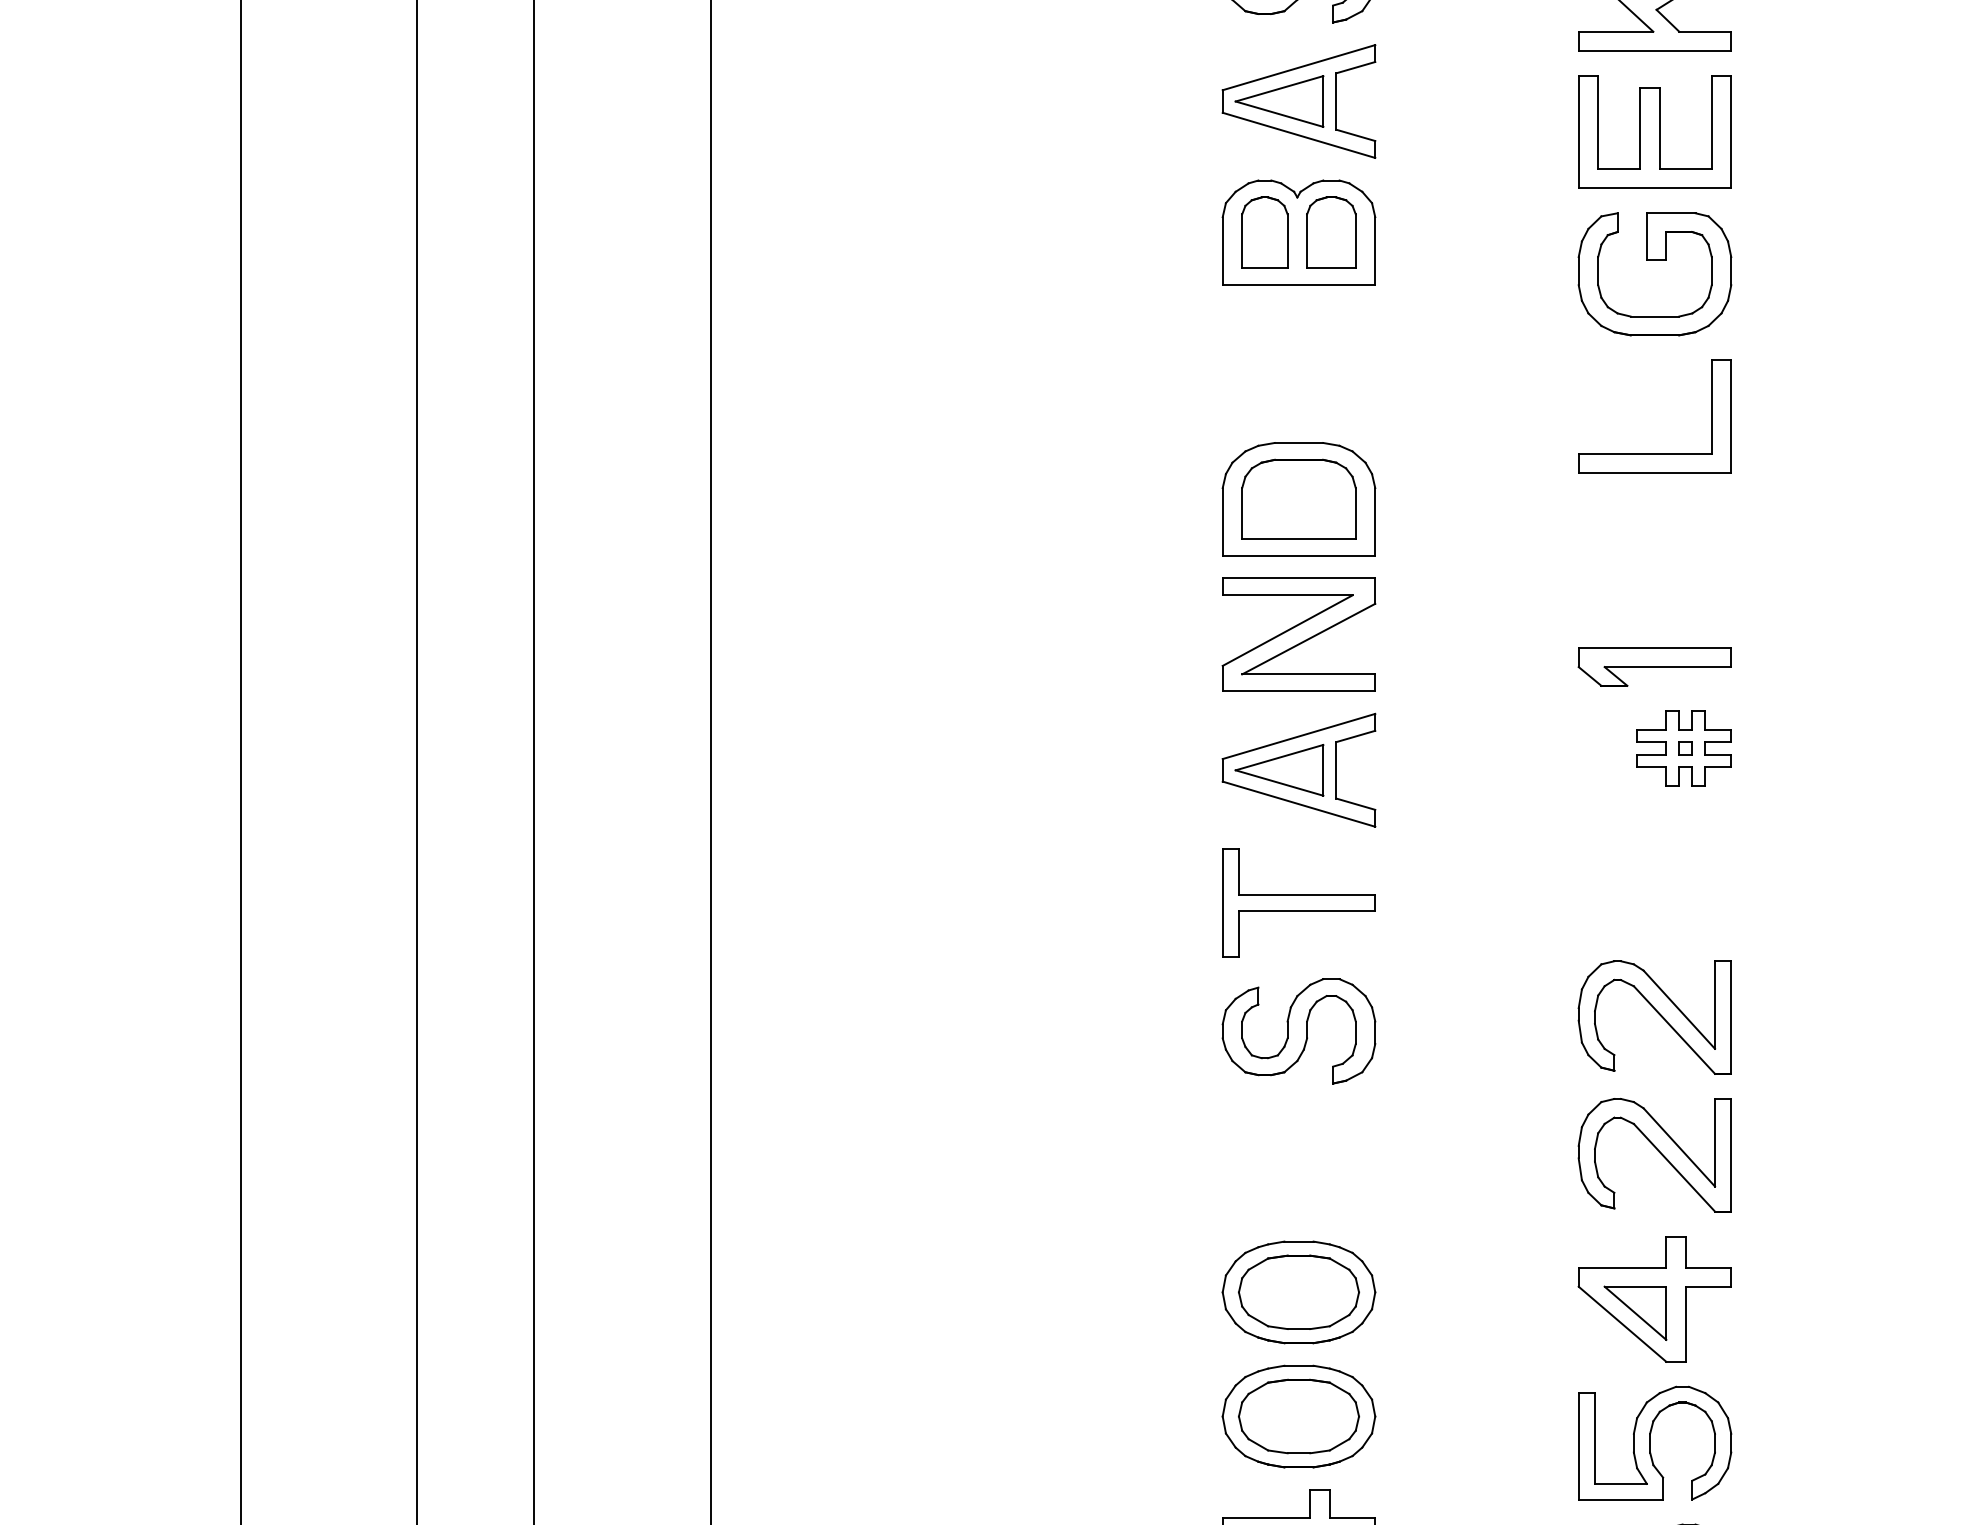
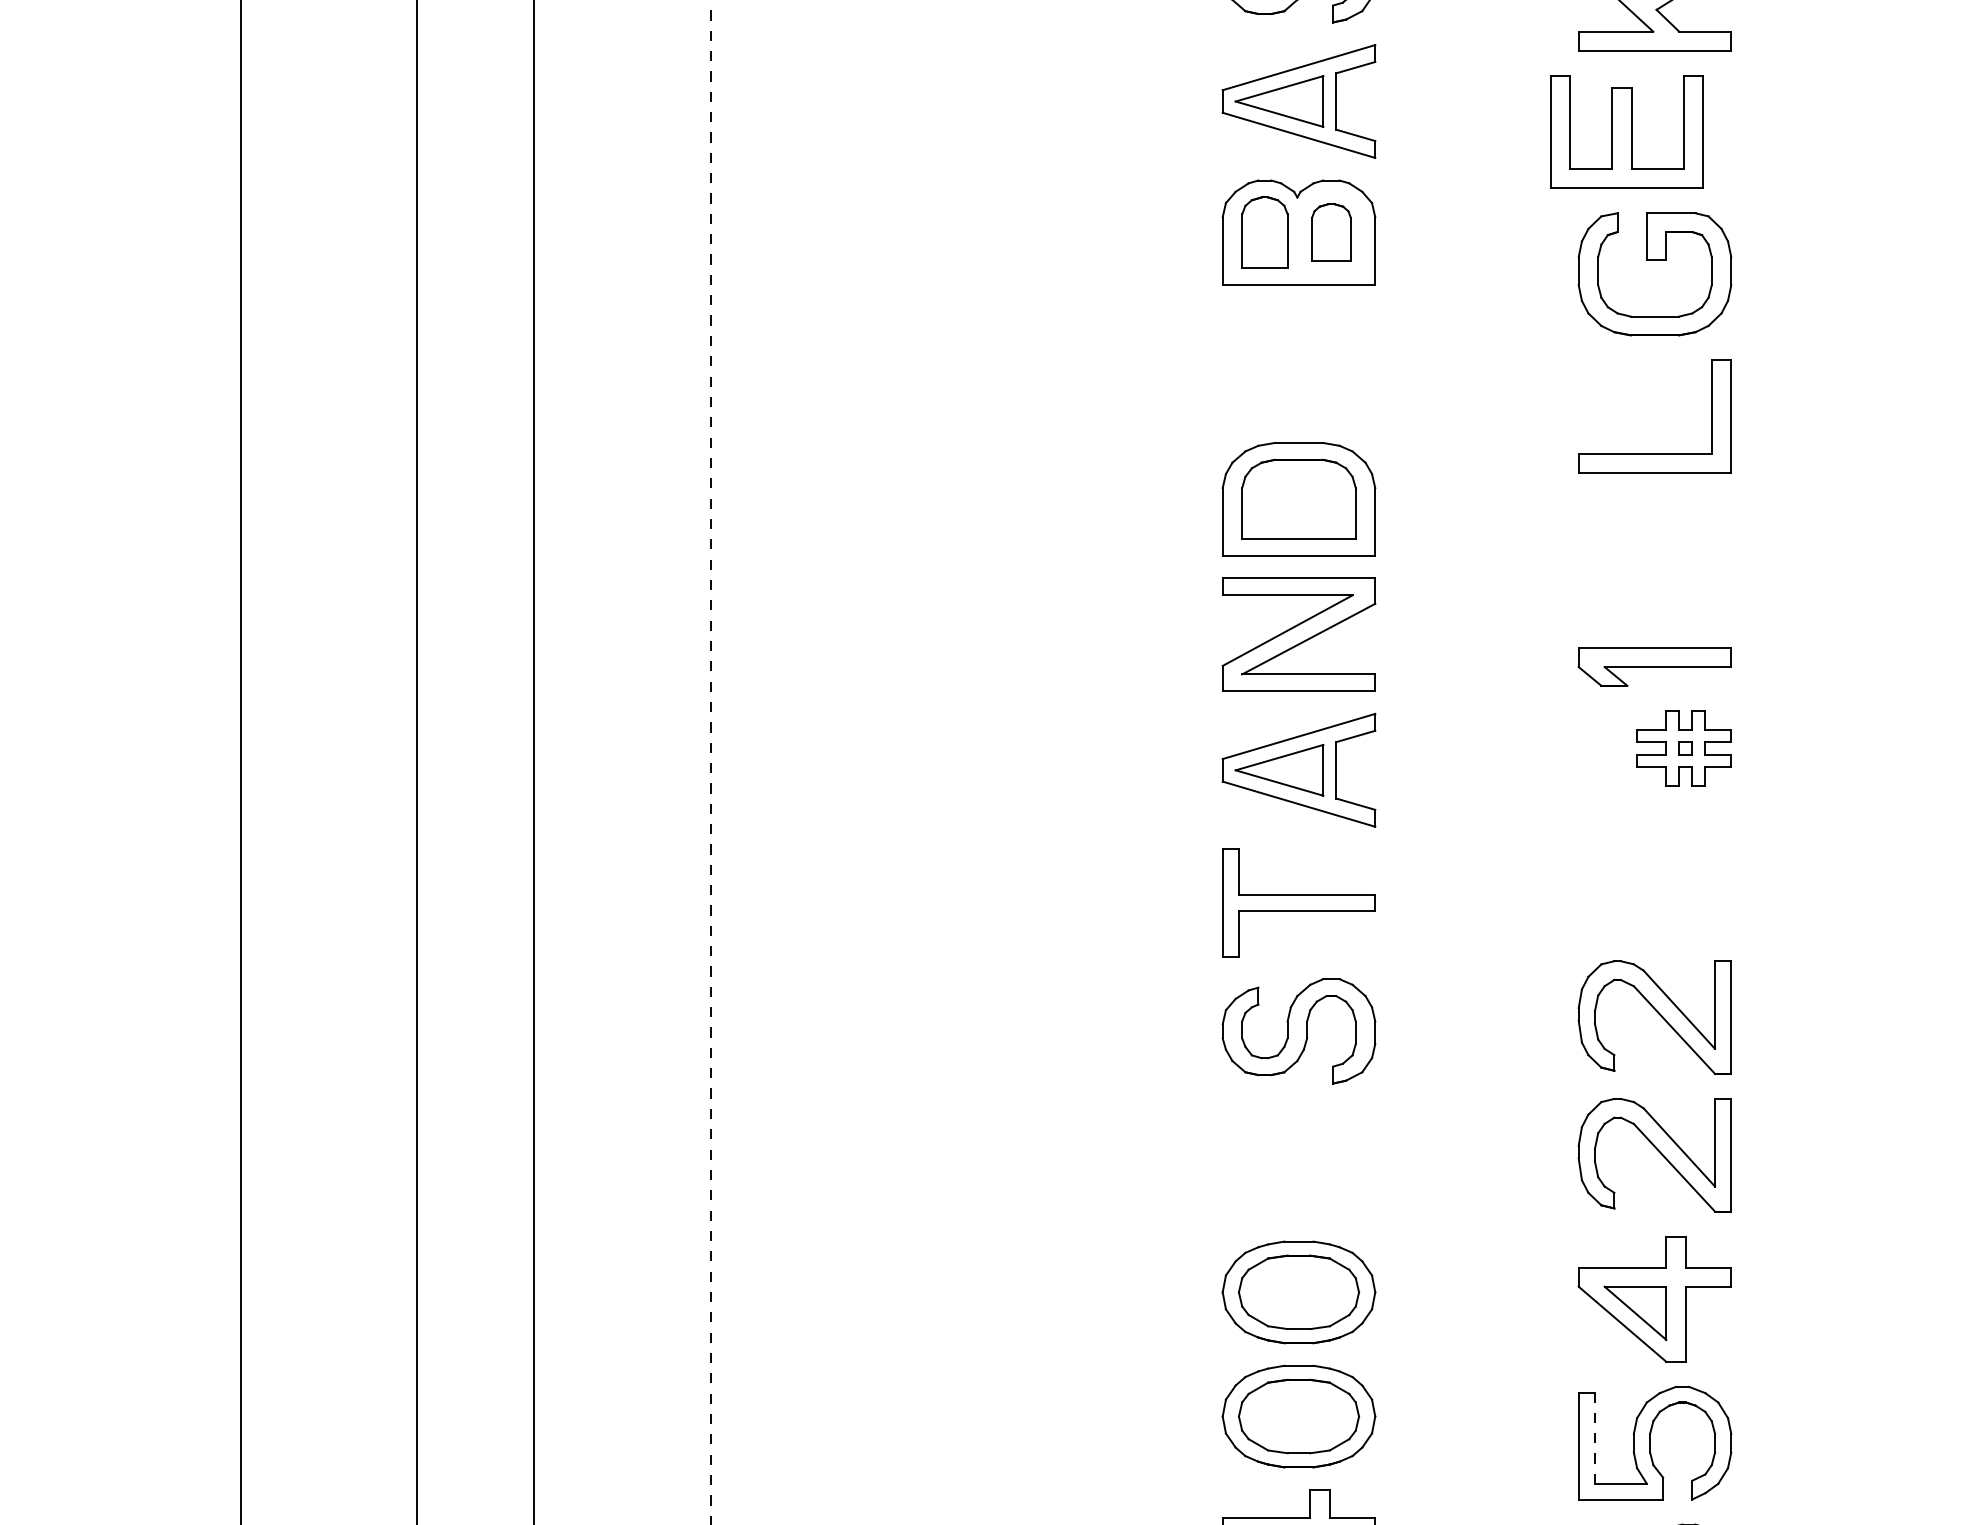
part at (1654, 131) position: (1654, 131) -> (1626, 131)
part at (1331, 232) size: 51x73 px -> 41x59 px
line at (710, 762): solid -> dashed
line at (1594, 1438): solid -> dashed
